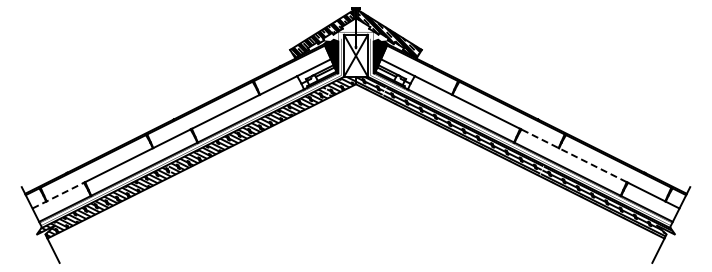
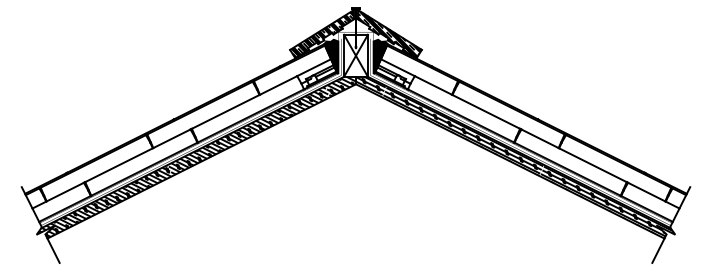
line at (574, 155): dashed -> solid
line at (58, 195): dashed -> solid
